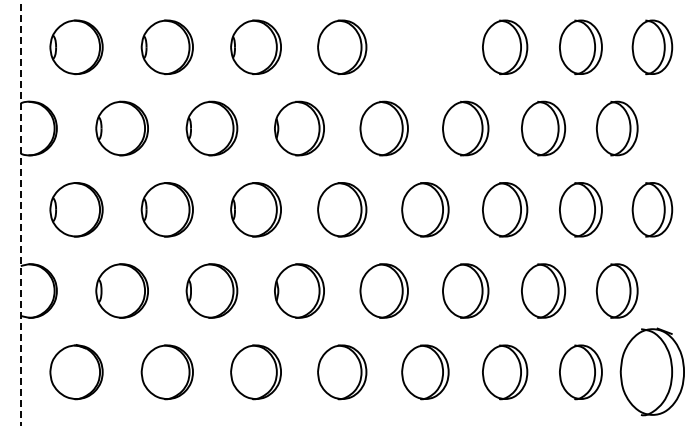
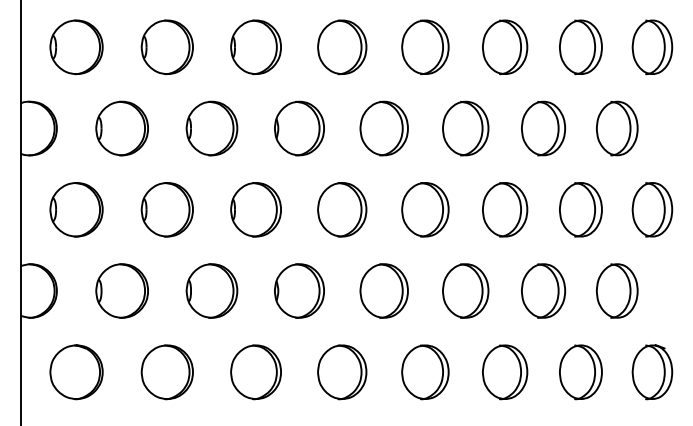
part at (425, 47): none -> present
line at (20, 213): dashed -> solid
part at (651, 371) size: 66x90 px -> 43x57 px
